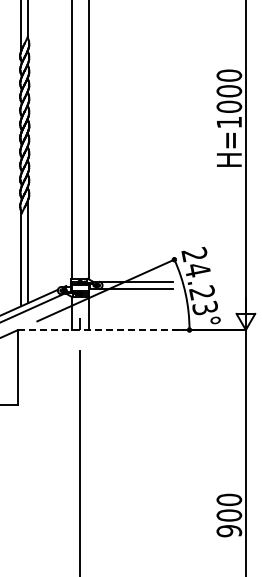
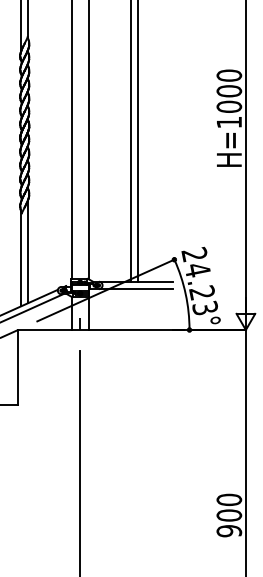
line at (131, 142): none -> present
line at (138, 142): none -> present
line at (100, 330): dashed -> solid
